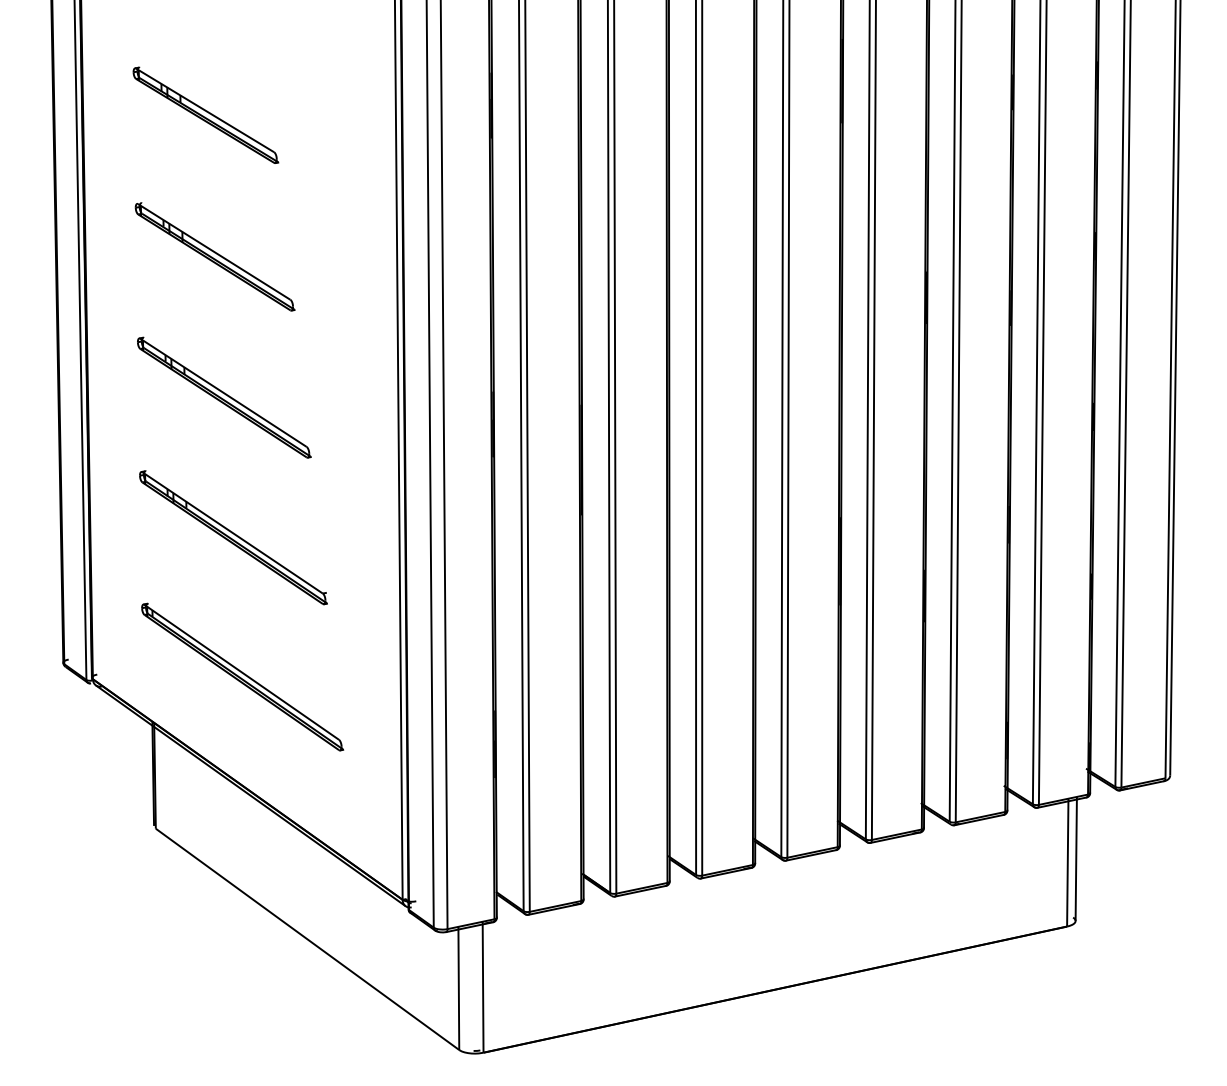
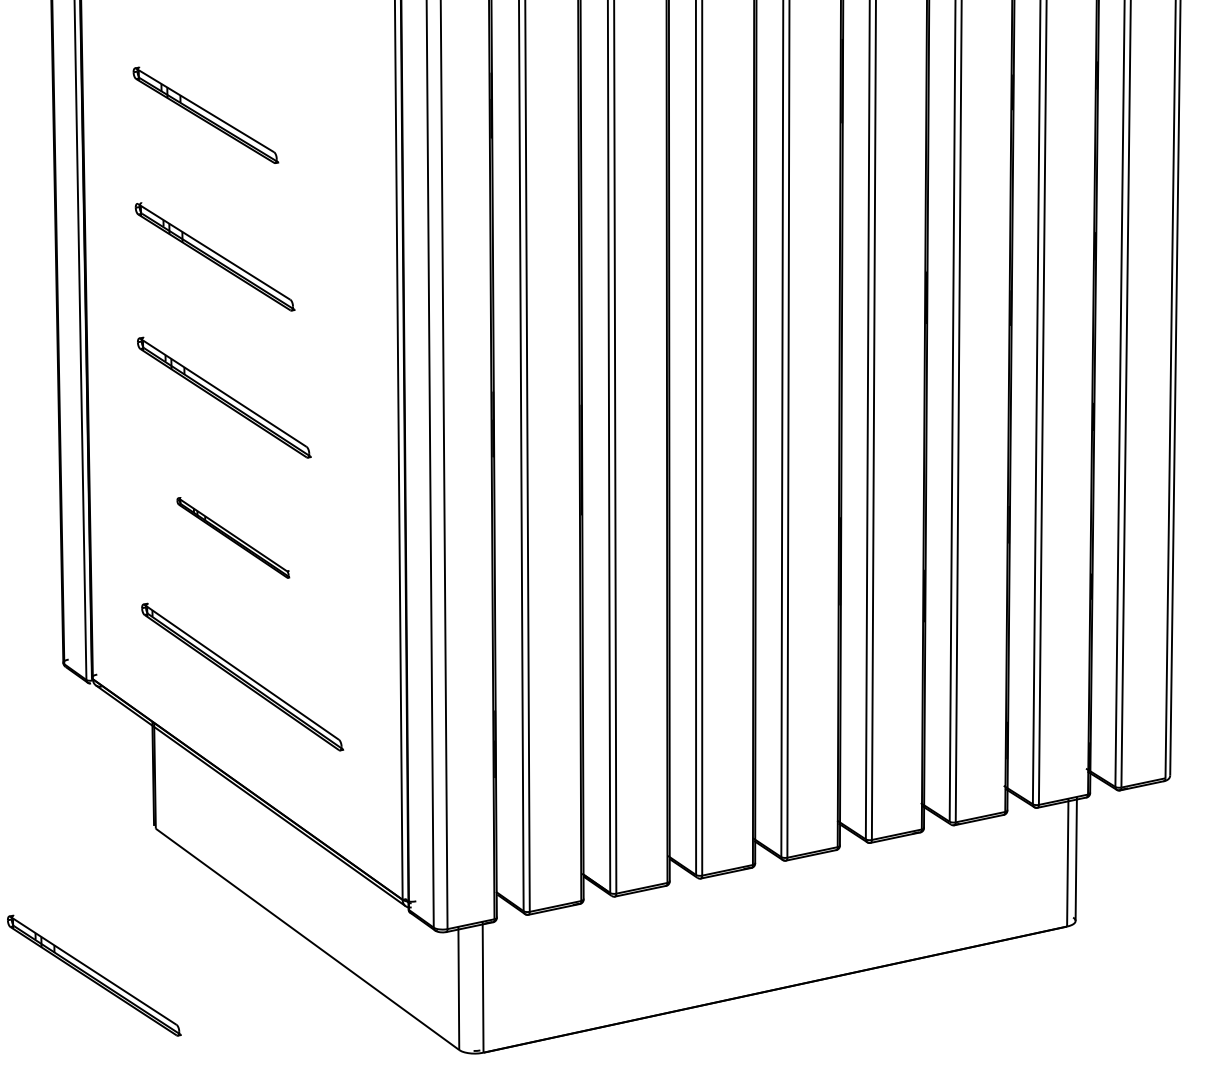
part at (233, 537) size: 189x136 px -> 115x82 px
part at (94, 975): none -> present
